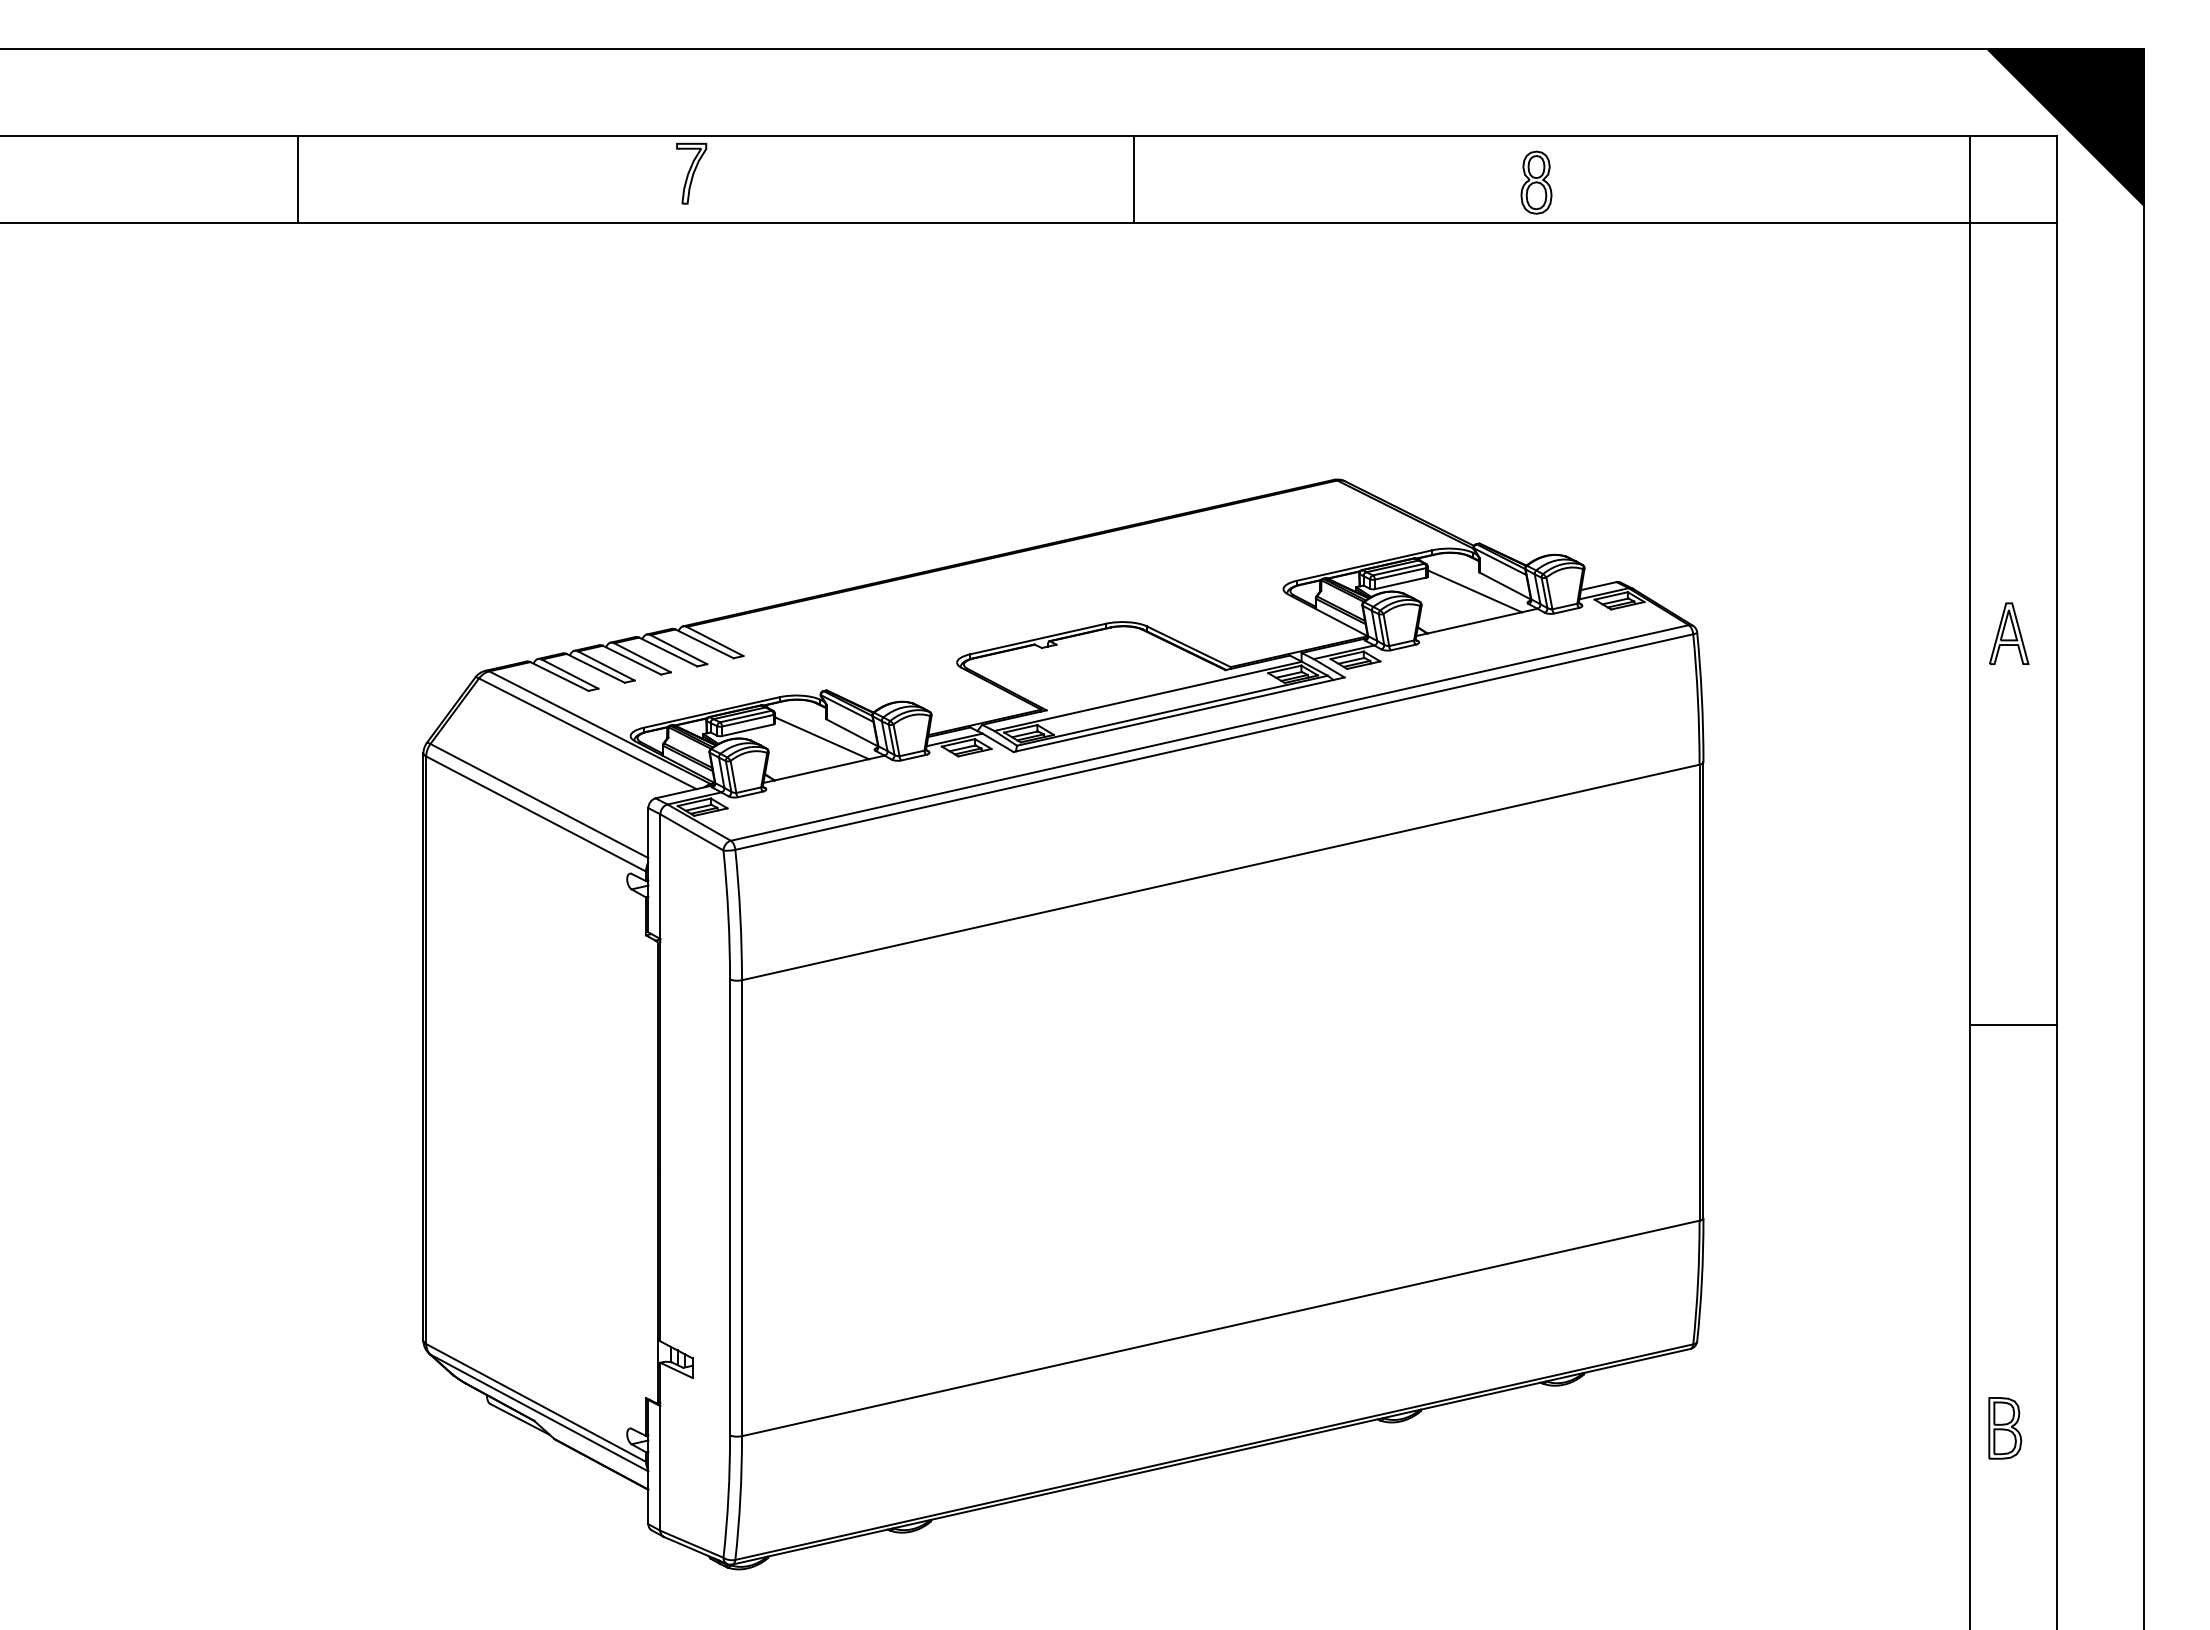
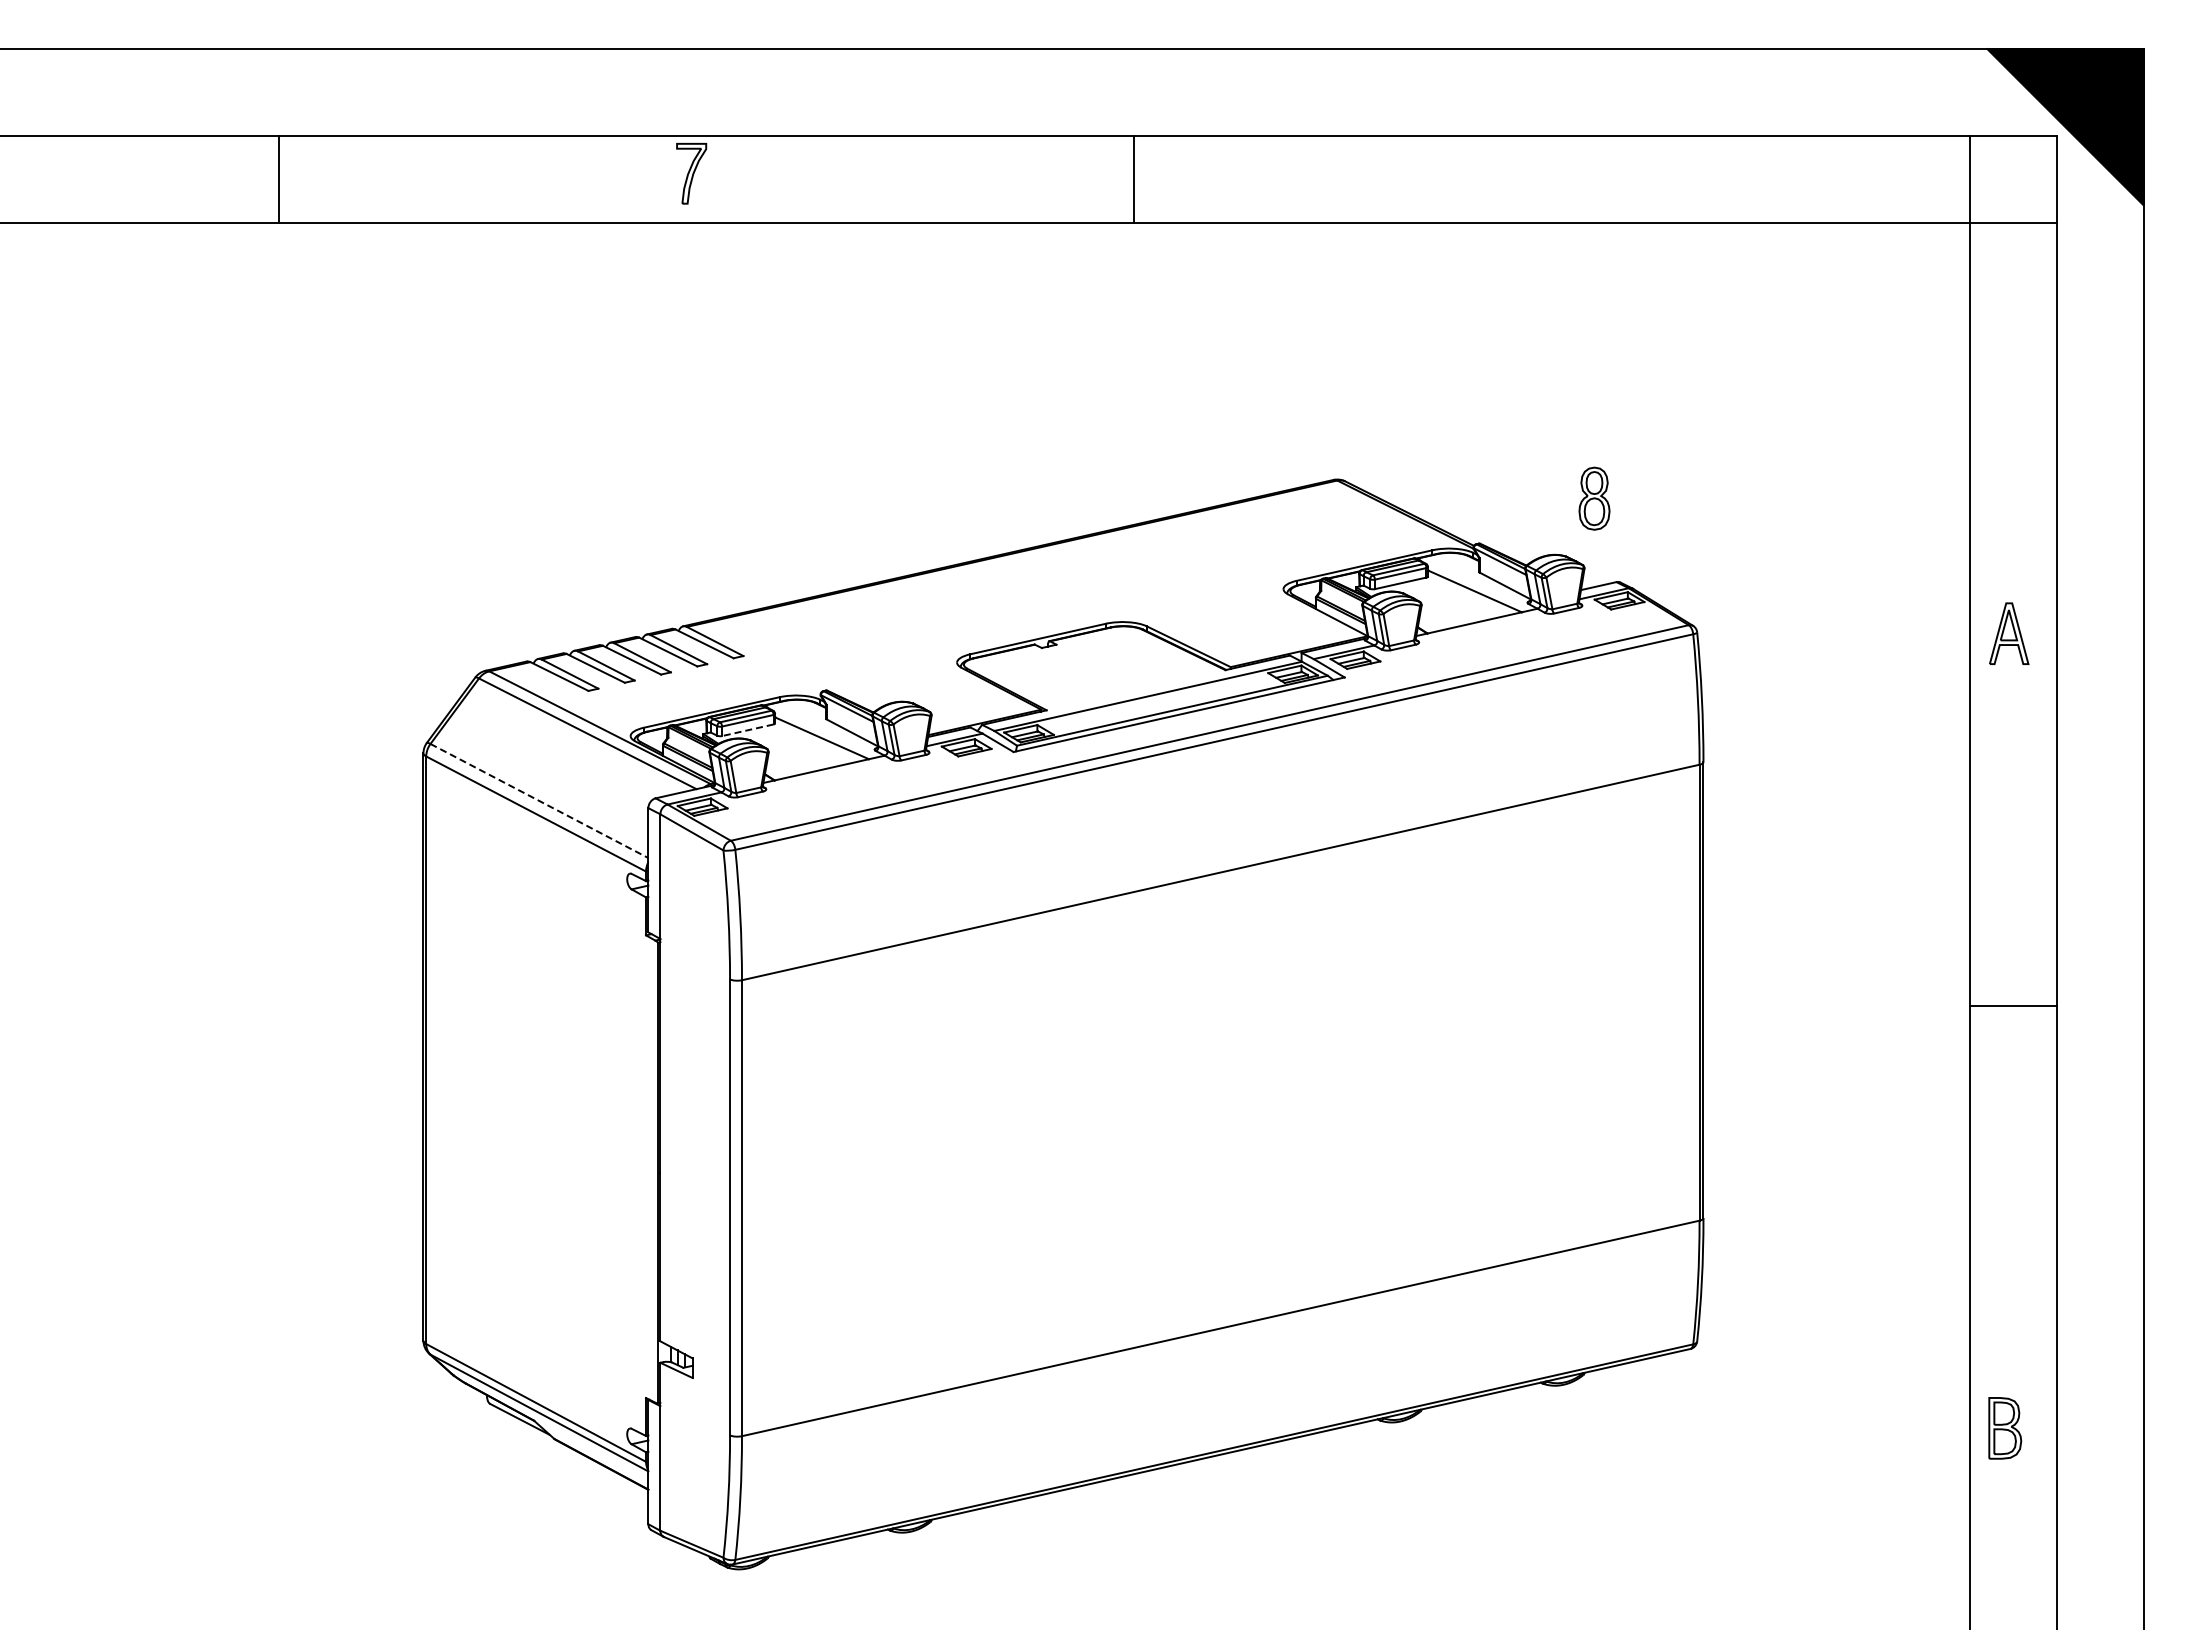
line at (298, 178) position: (298, 178) -> (279, 178)
part at (1536, 182) position: (1536, 182) -> (1594, 498)
line at (747, 730): solid -> dashed
line at (539, 801): solid -> dashed
line at (2013, 1024) position: (2013, 1024) -> (2013, 1005)
